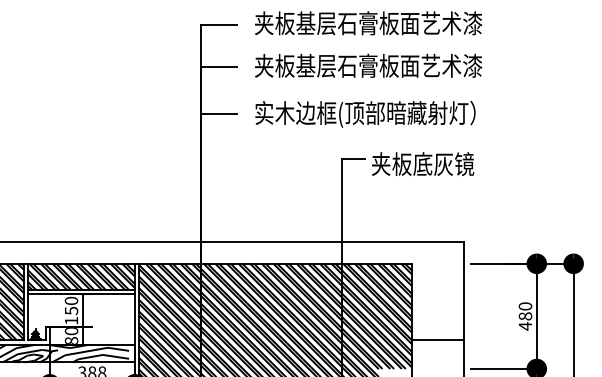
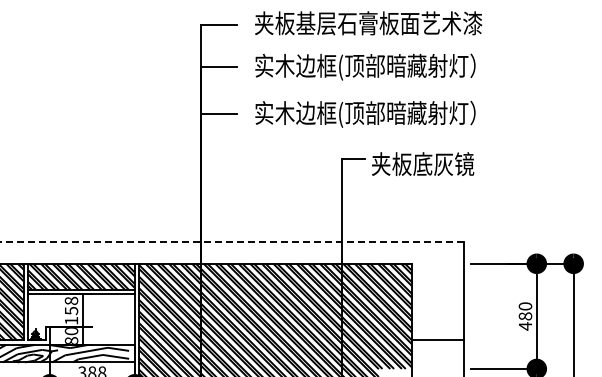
text at (368, 66): 夹板基层石膏板面艺术漆 -> 实木边框(顶部暗藏射灯）
line at (232, 241): solid -> dashed
text at (71, 300): 150 -> 158
